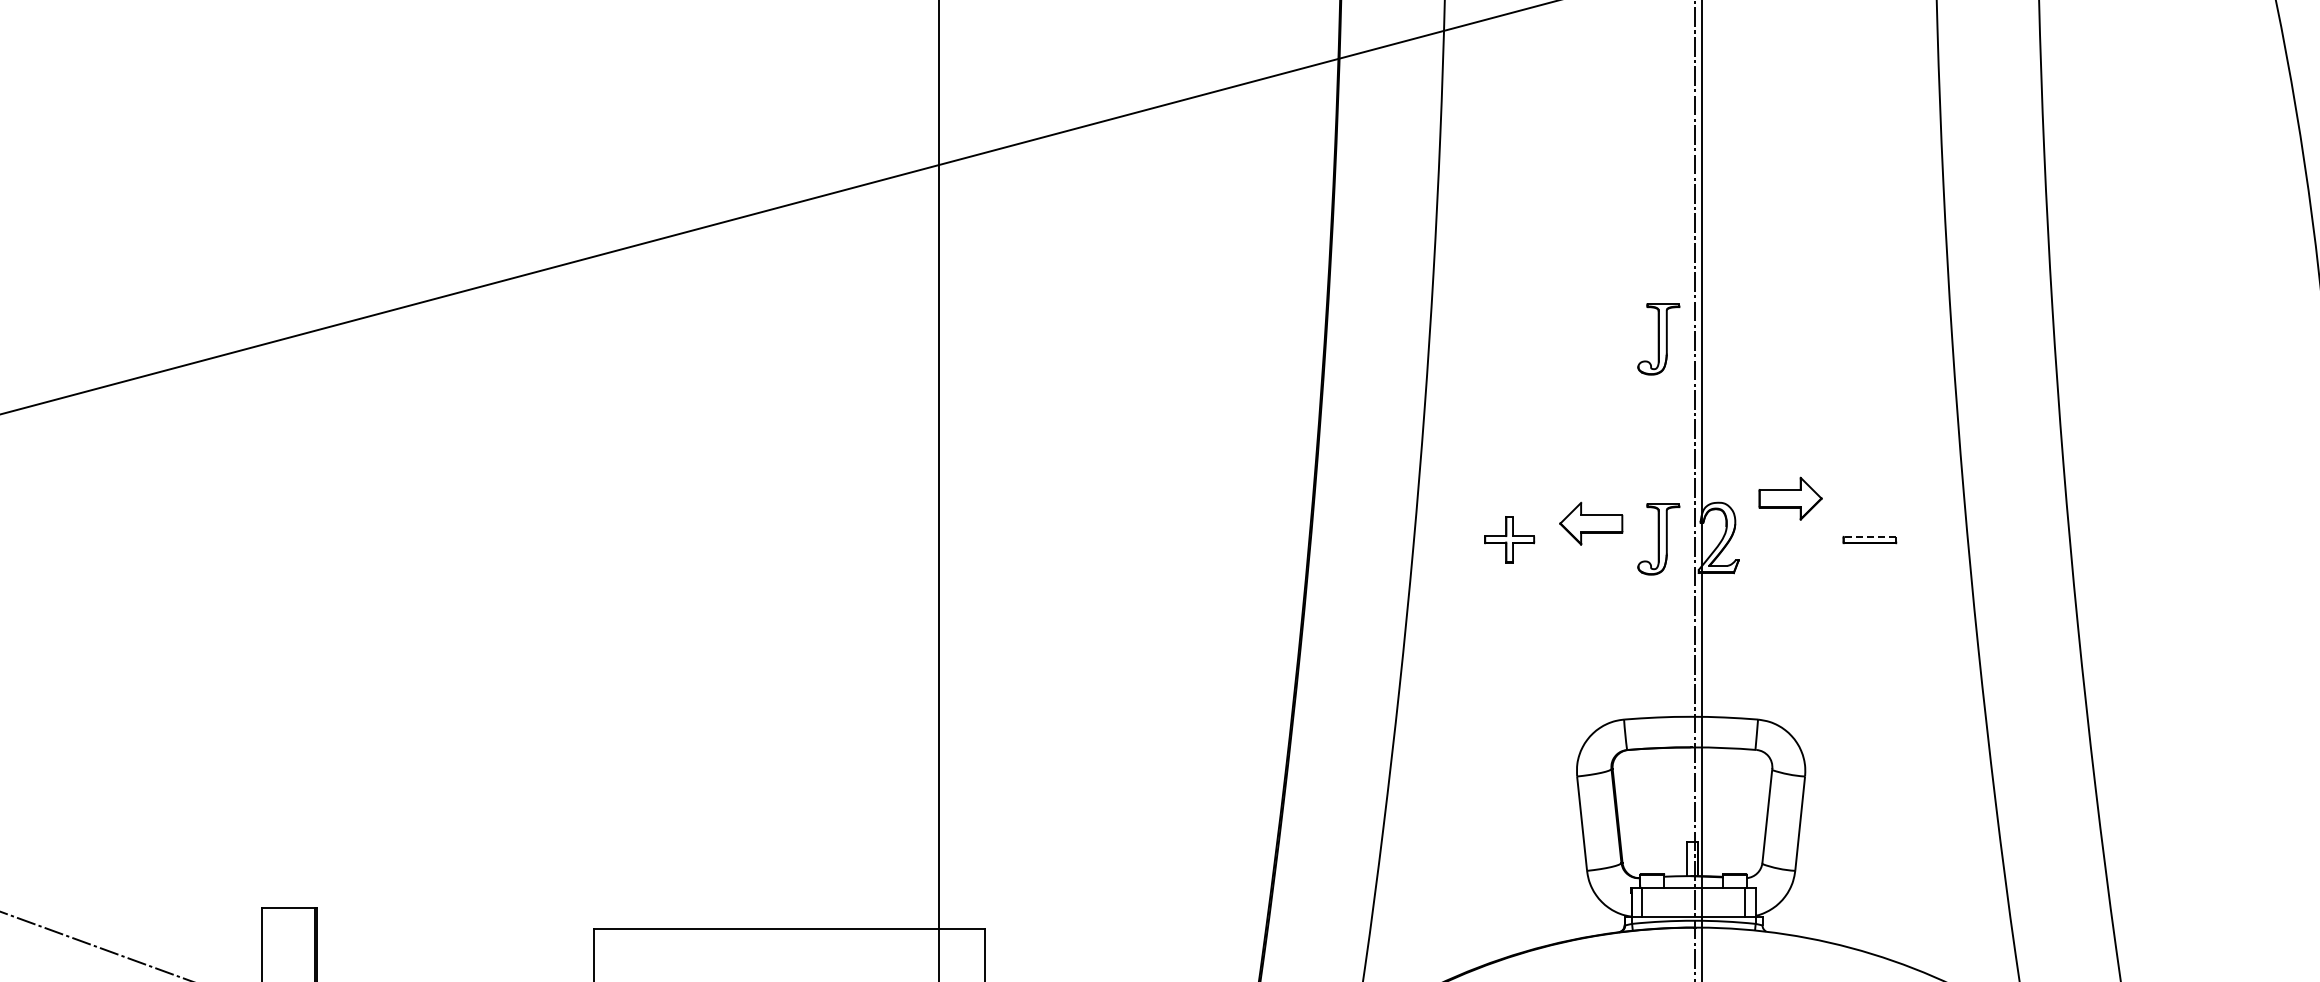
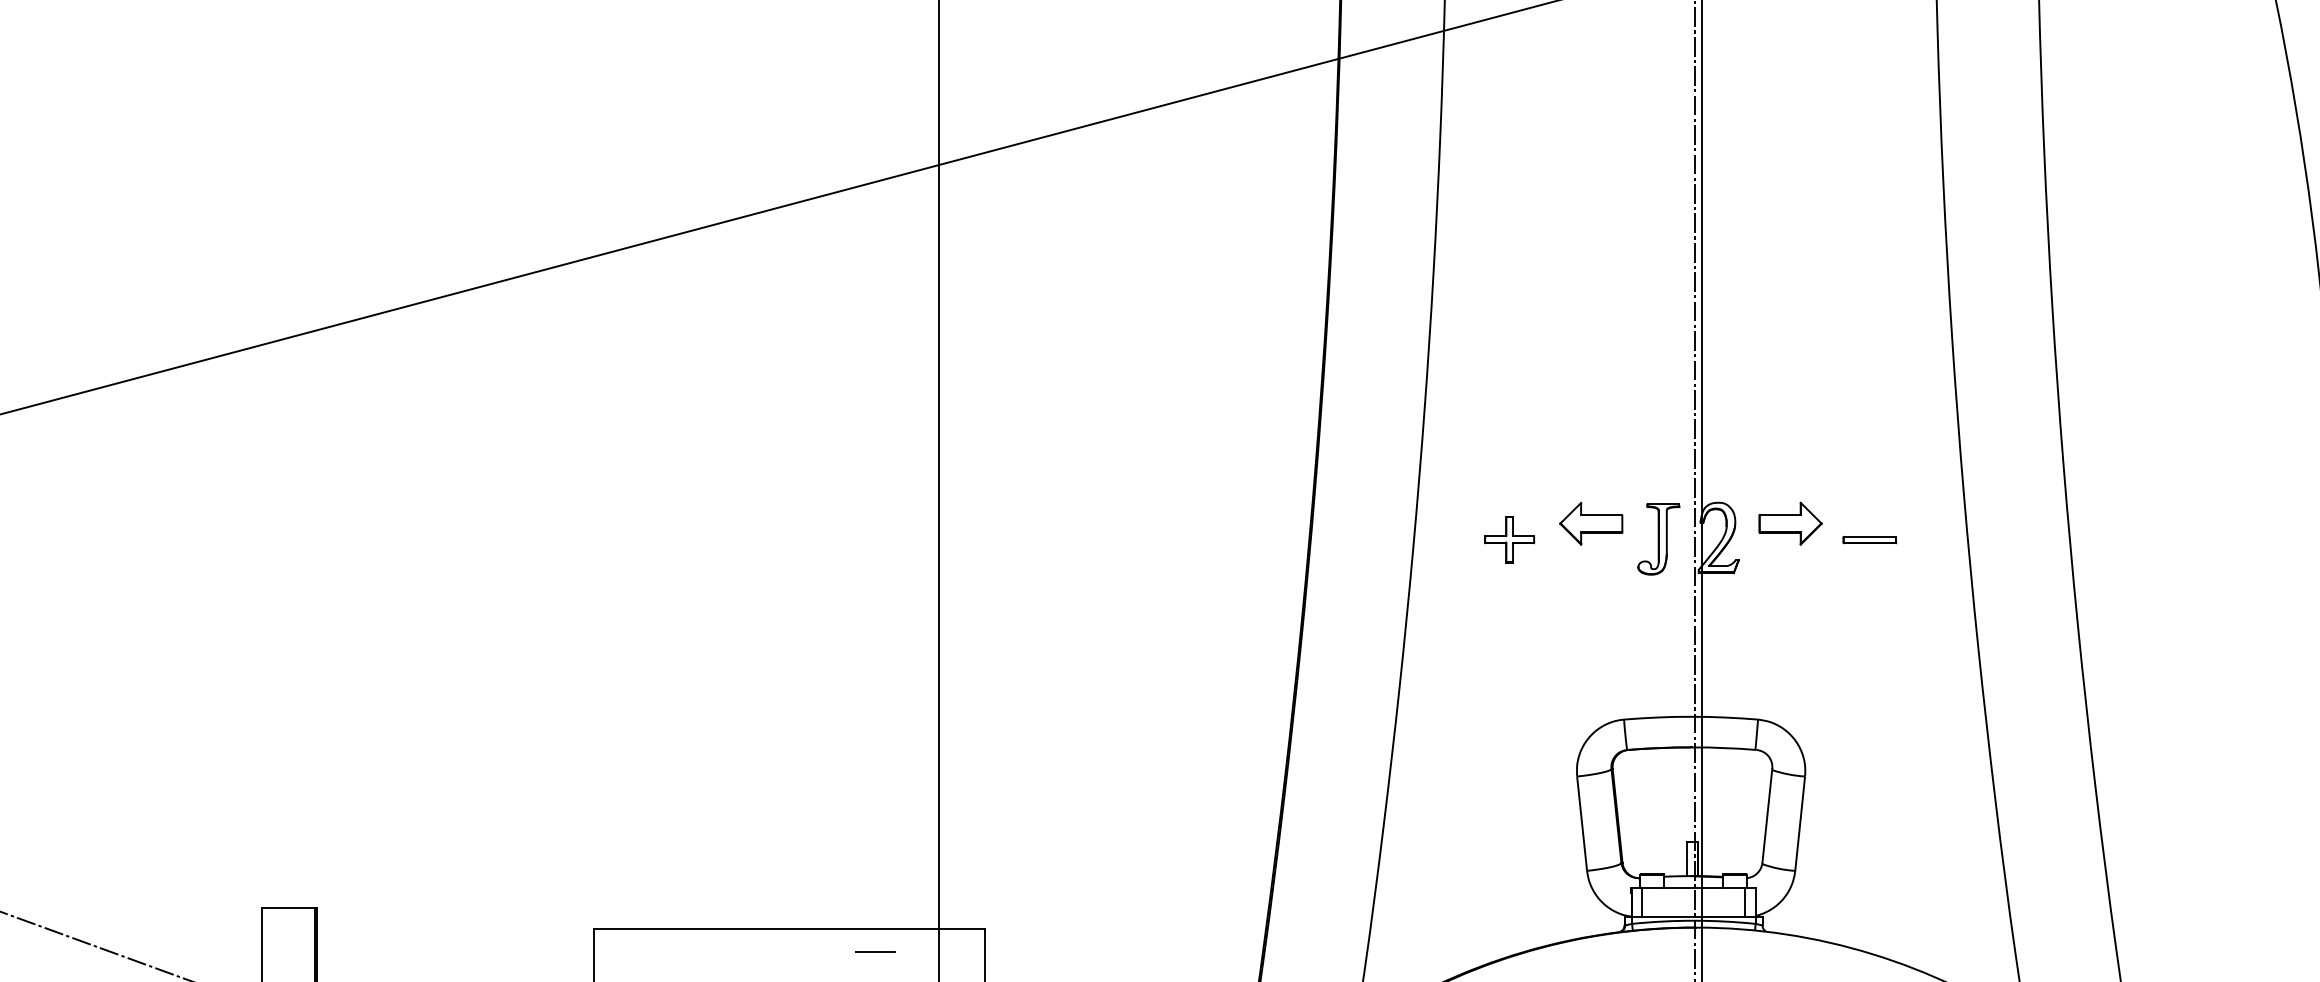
part at (1658, 339): present -> none
part at (1790, 498) position: (1790, 498) -> (1790, 523)
line at (1869, 536): dashed -> solid
line at (874, 952): none -> present
